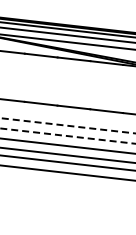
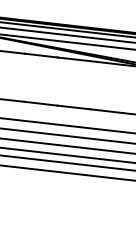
line at (68, 125): dashed -> solid
line at (67, 136): dashed -> solid
